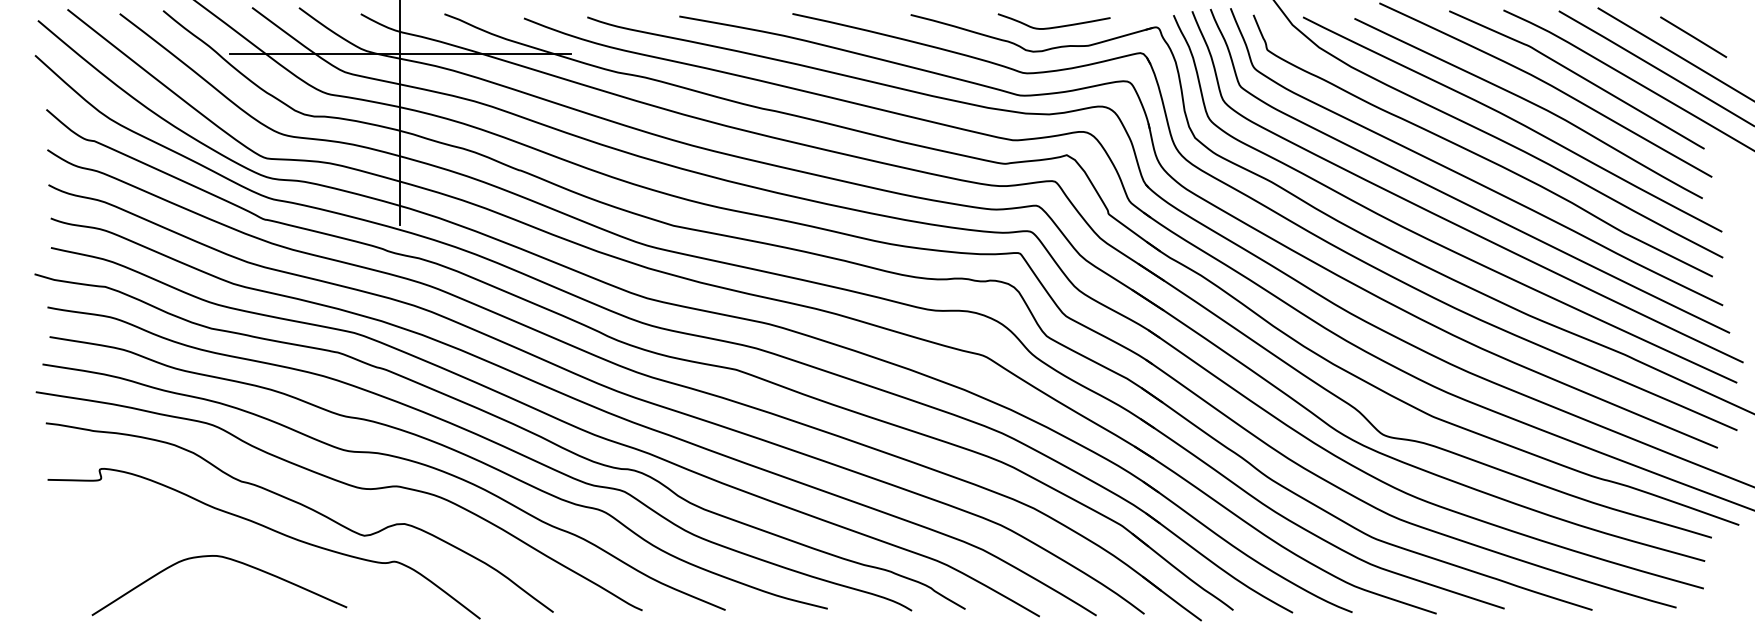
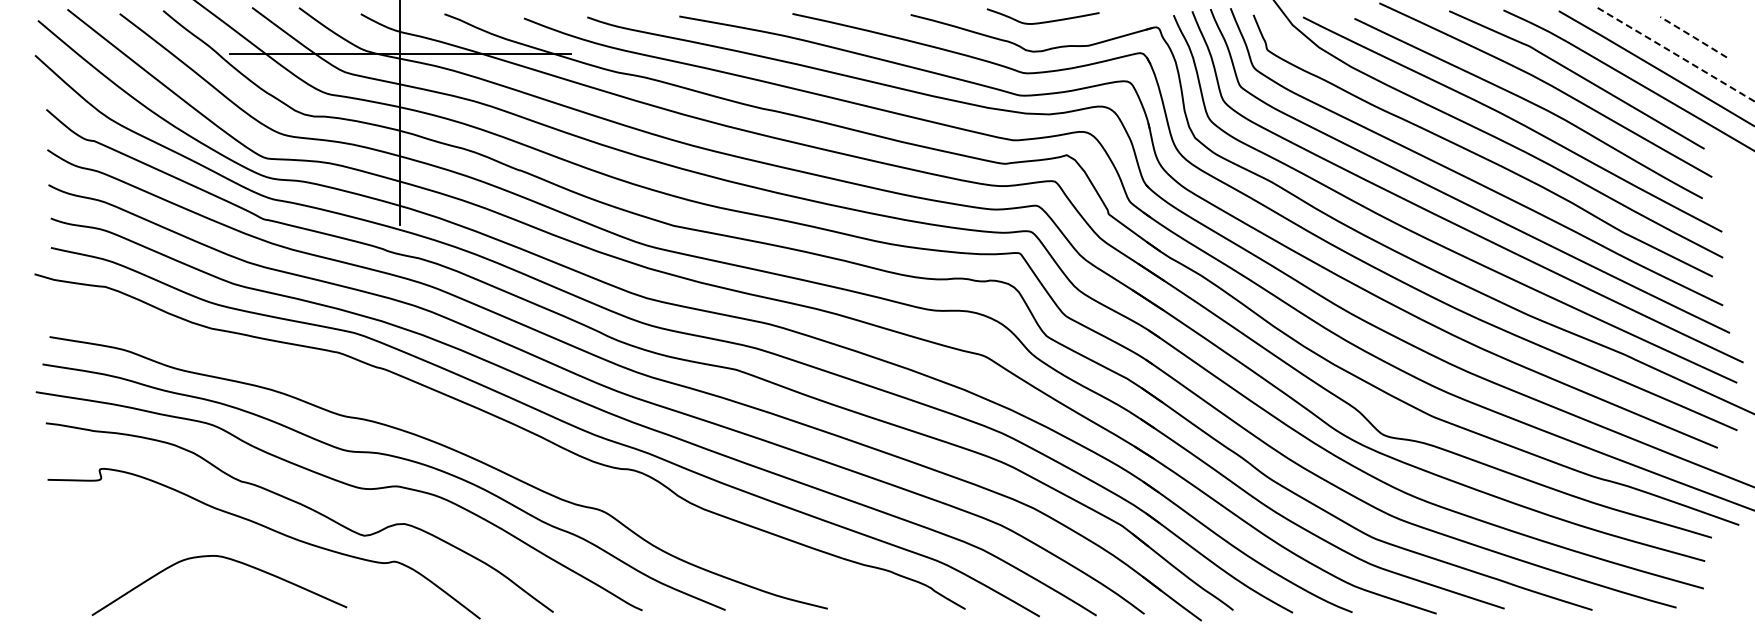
curve at (1053, 26) position: (1053, 26) -> (1042, 21)
line at (1693, 37): solid -> dashed
line at (1675, 54): solid -> dashed
curve at (487, 440): present -> none
